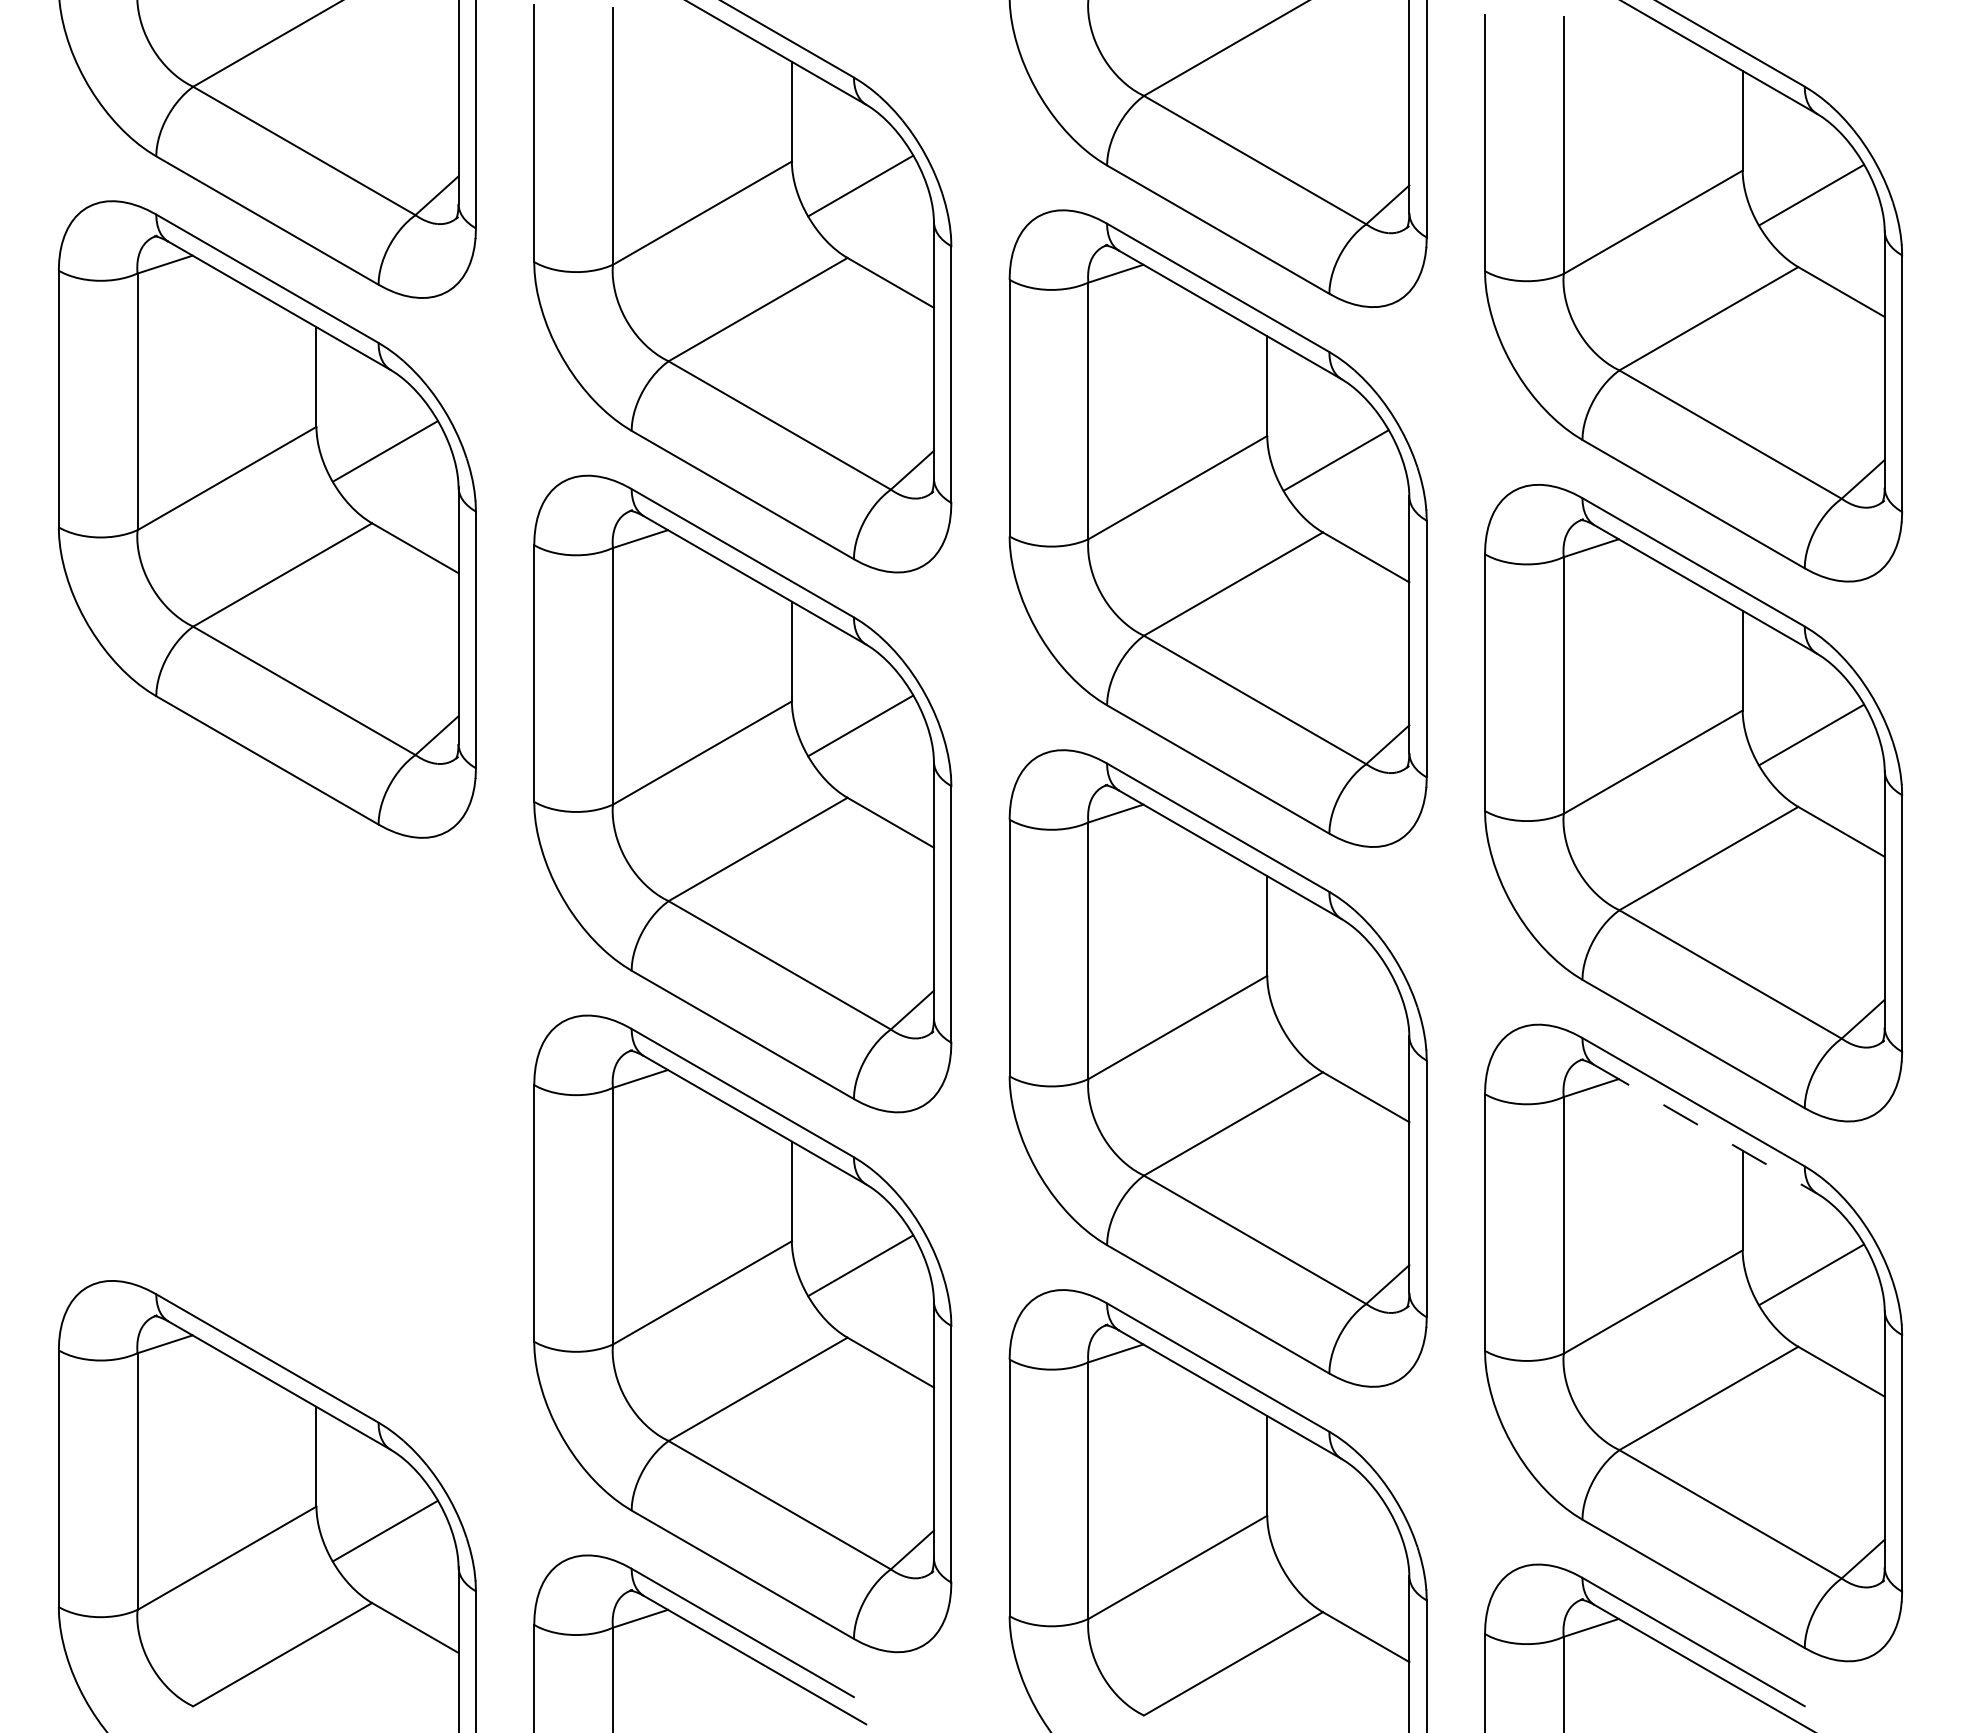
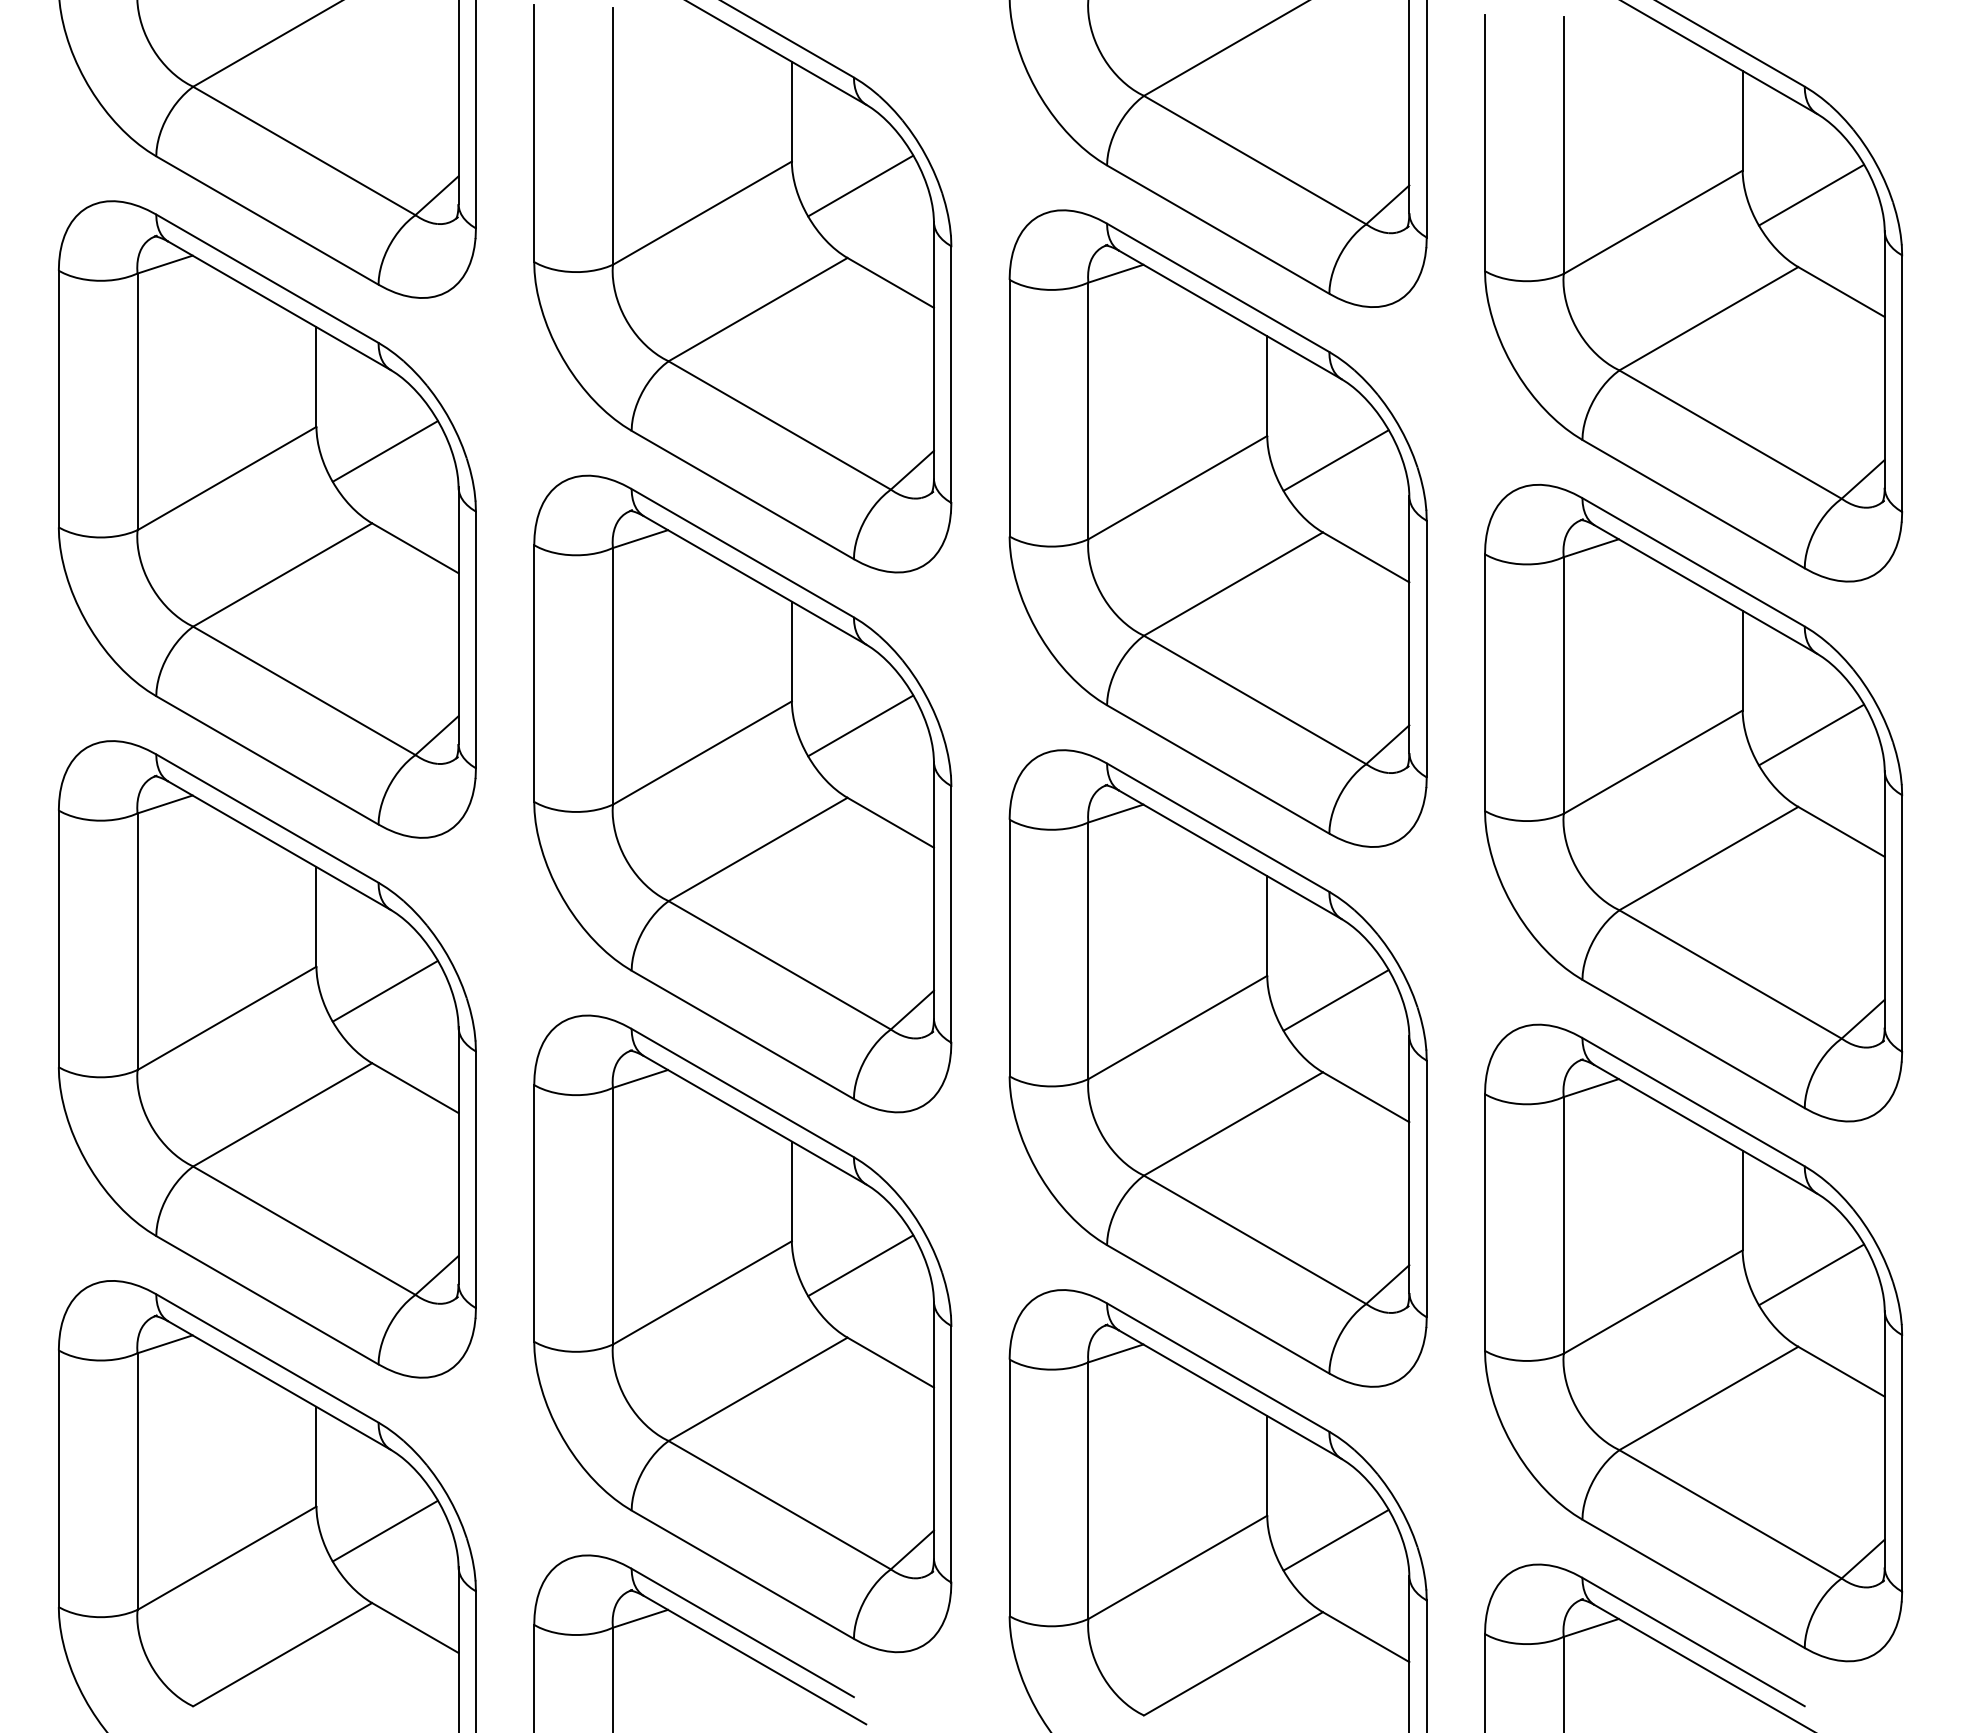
line at (1335, 1000): none -> present
part at (267, 1059): none -> present
line at (1706, 1129): dashed -> solid
line at (1335, 1540): none -> present
